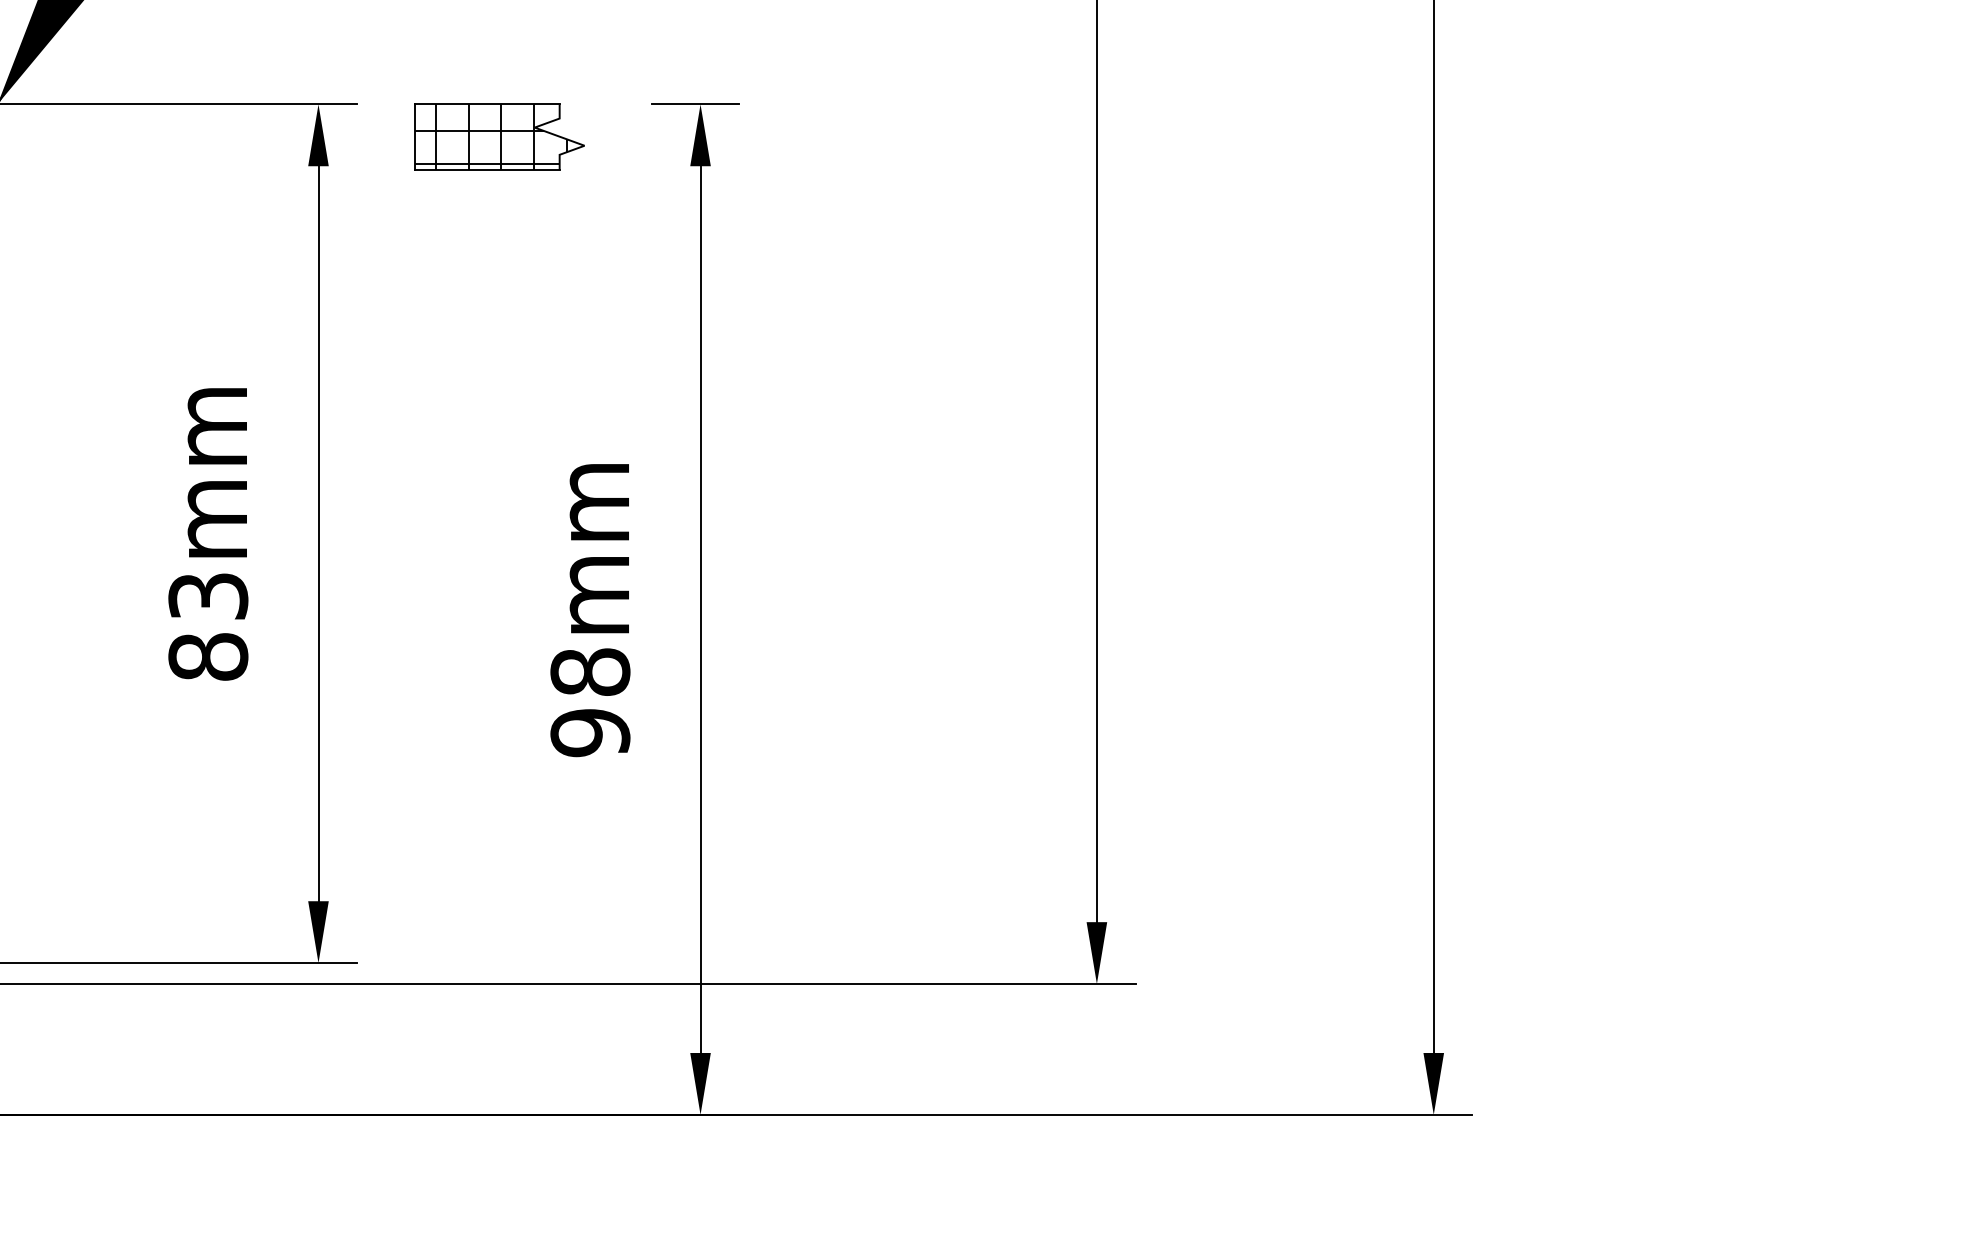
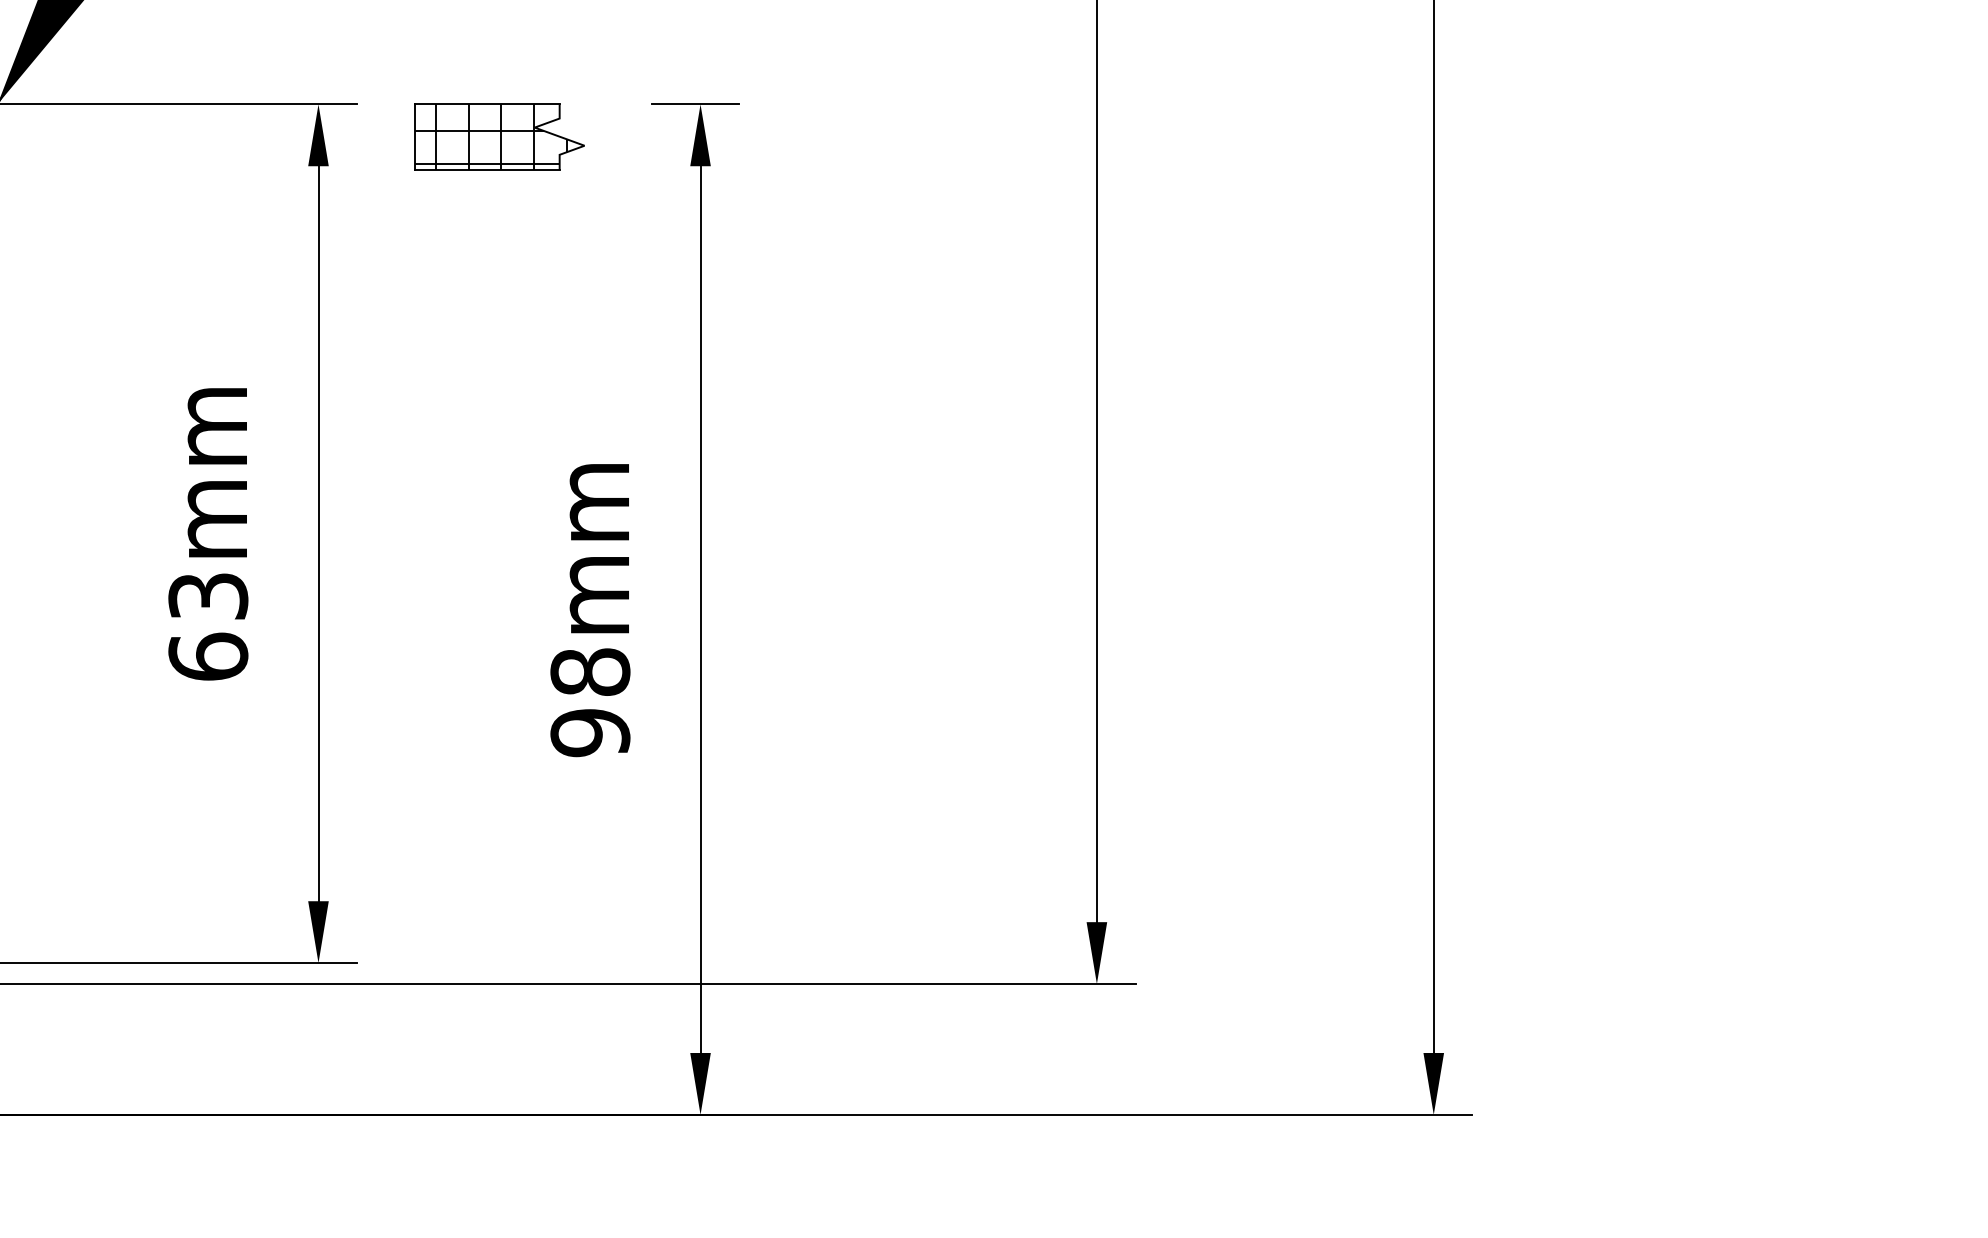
text at (208, 656): 83mm -> 63mm
